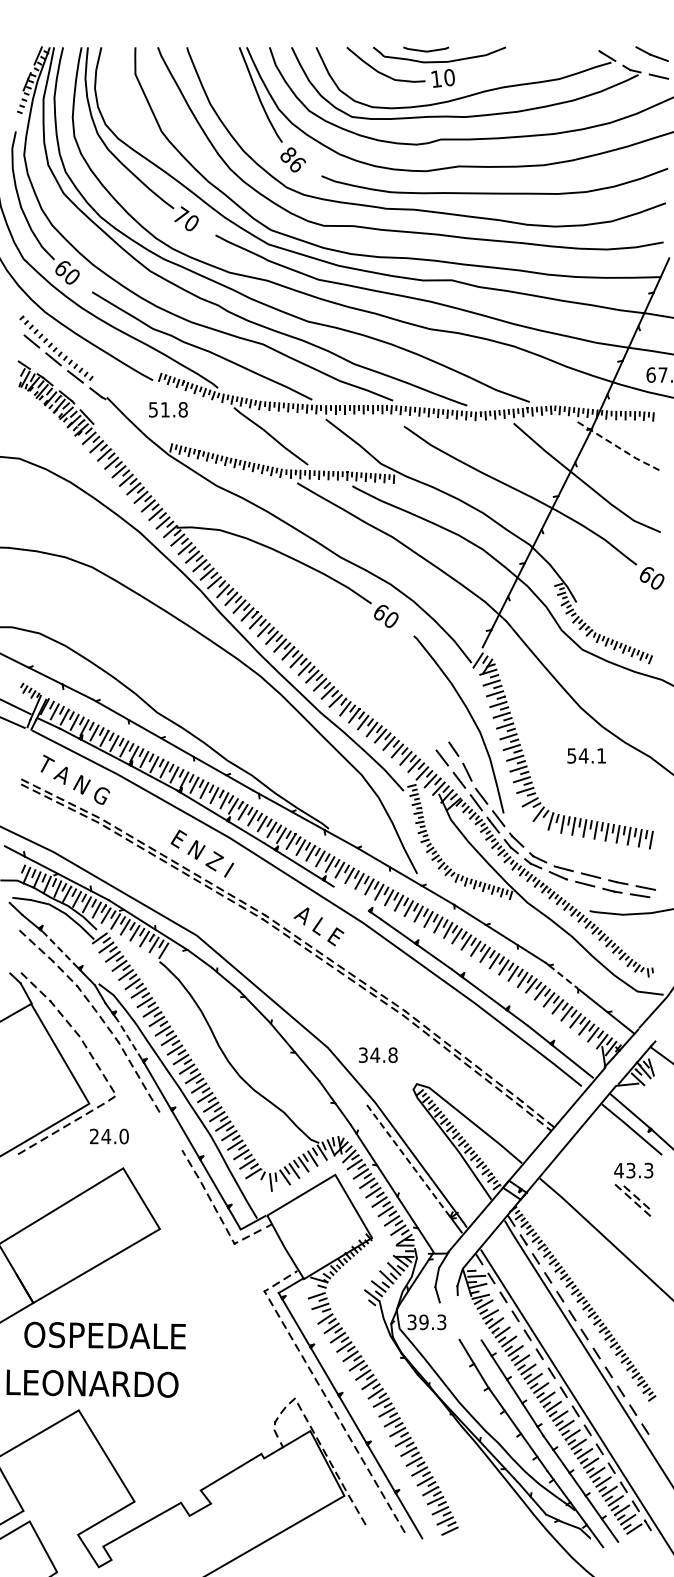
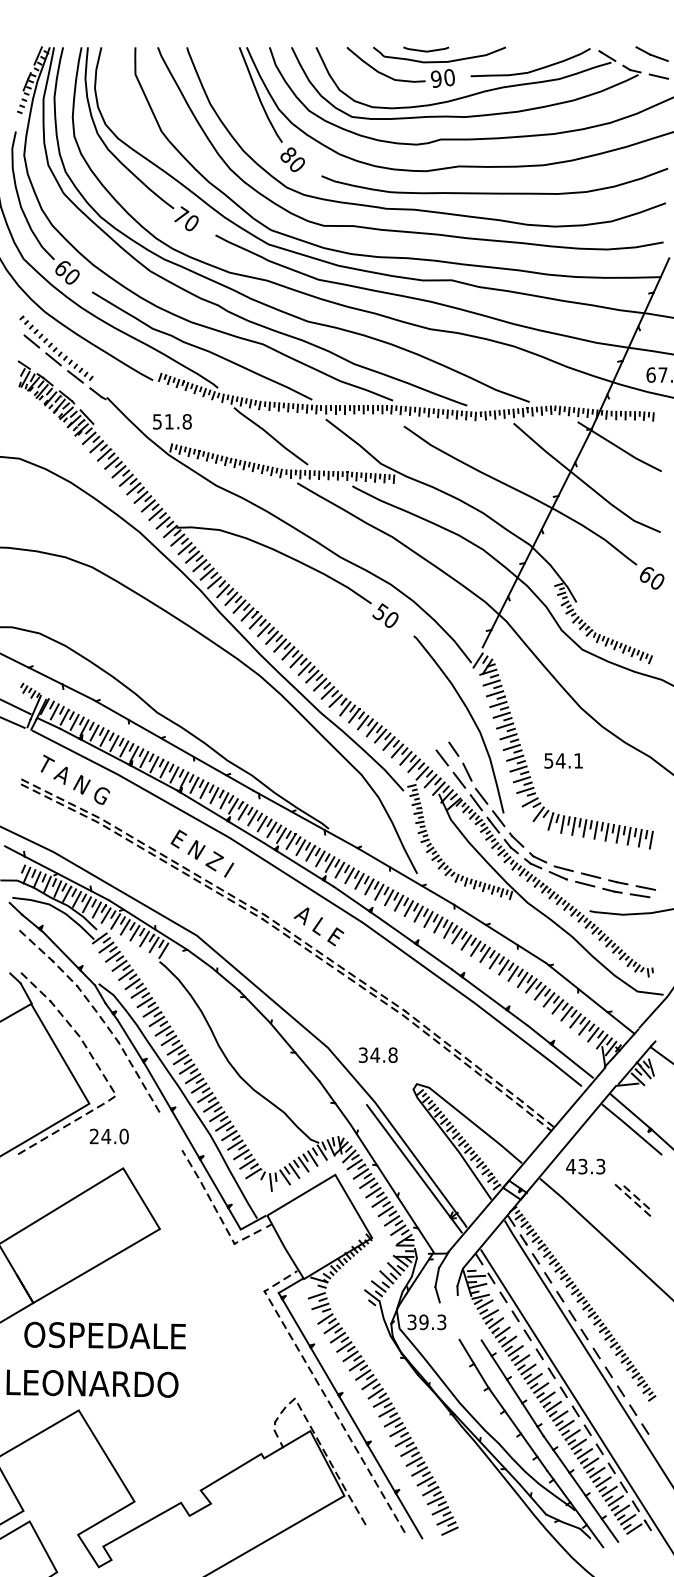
curve at (534, 69): none -> present
text at (435, 78): 10 -> 90
text at (298, 164): 86 -> 80
text at (168, 409) position: (168, 409) -> (172, 421)
line at (619, 448): dashed -> solid
text at (380, 611): 60 -> 50
text at (586, 755) position: (586, 755) -> (563, 760)
line at (351, 898): none -> present
line at (60, 949): dashed -> solid
line at (563, 977): dashed -> solid
line at (130, 1040): dashed -> solid
line at (409, 1161): dashed -> solid
text at (633, 1170) position: (633, 1170) -> (585, 1166)
